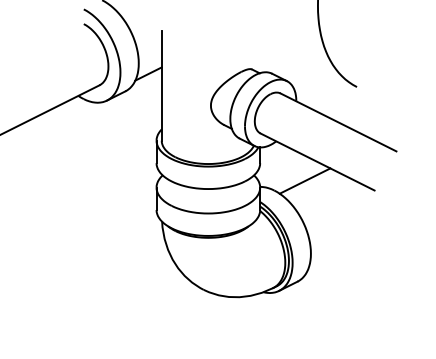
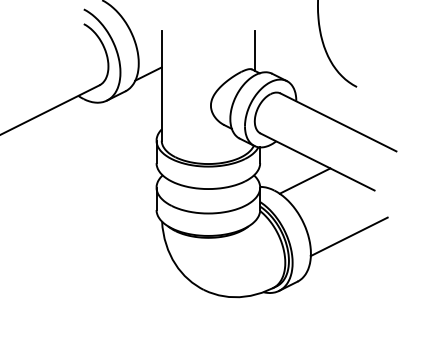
line at (254, 50): none -> present
line at (348, 236): none -> present
